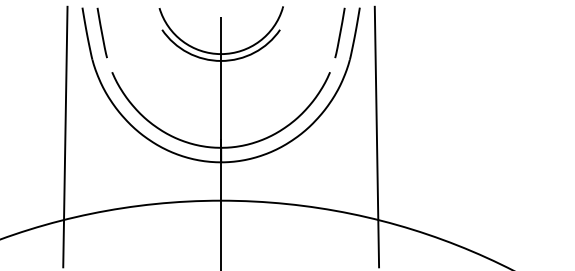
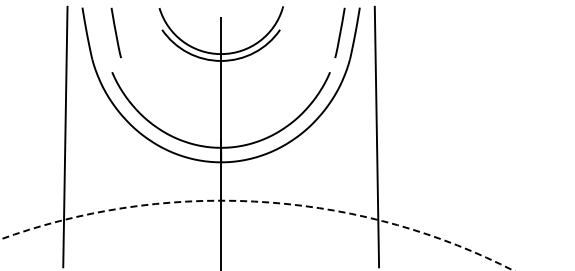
line at (101, 32) position: (101, 32) -> (115, 32)
circle at (256, 235): solid -> dashed
